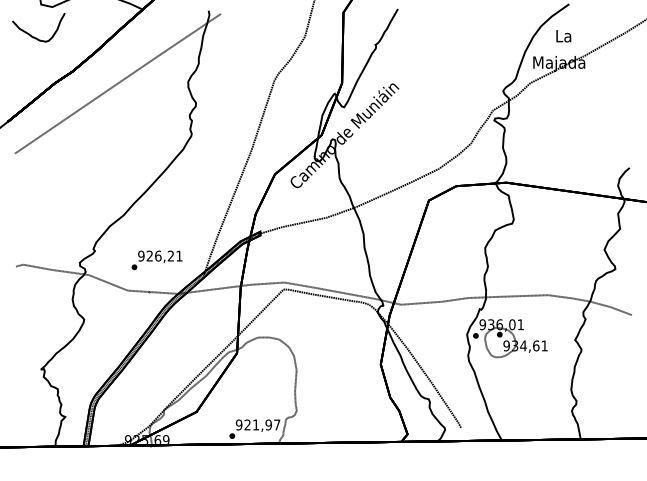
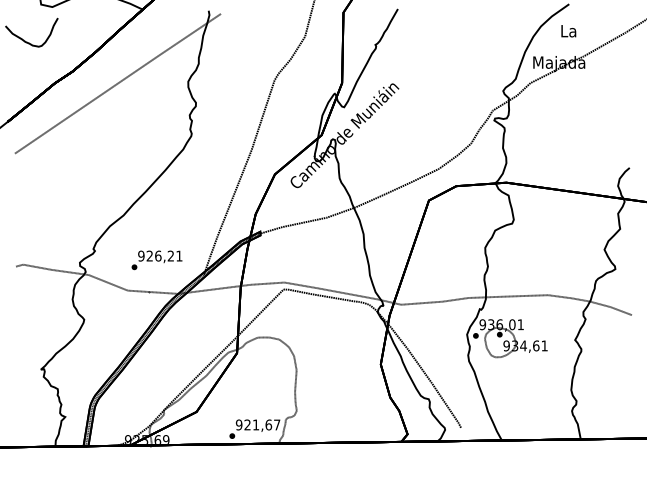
part at (34, 36) position: (34, 36) -> (27, 41)
text at (563, 36) position: (563, 36) -> (568, 31)
text at (268, 424): 921,97 -> 921,67
